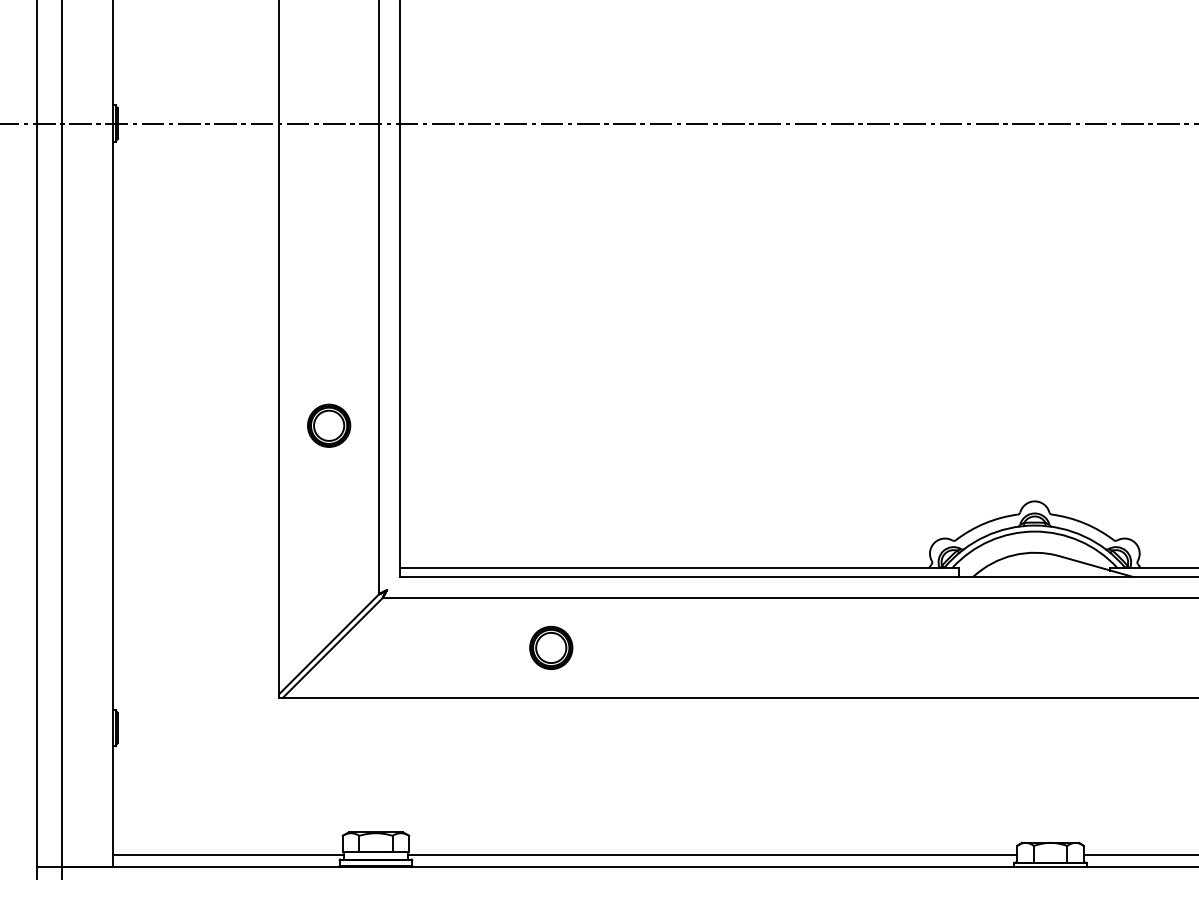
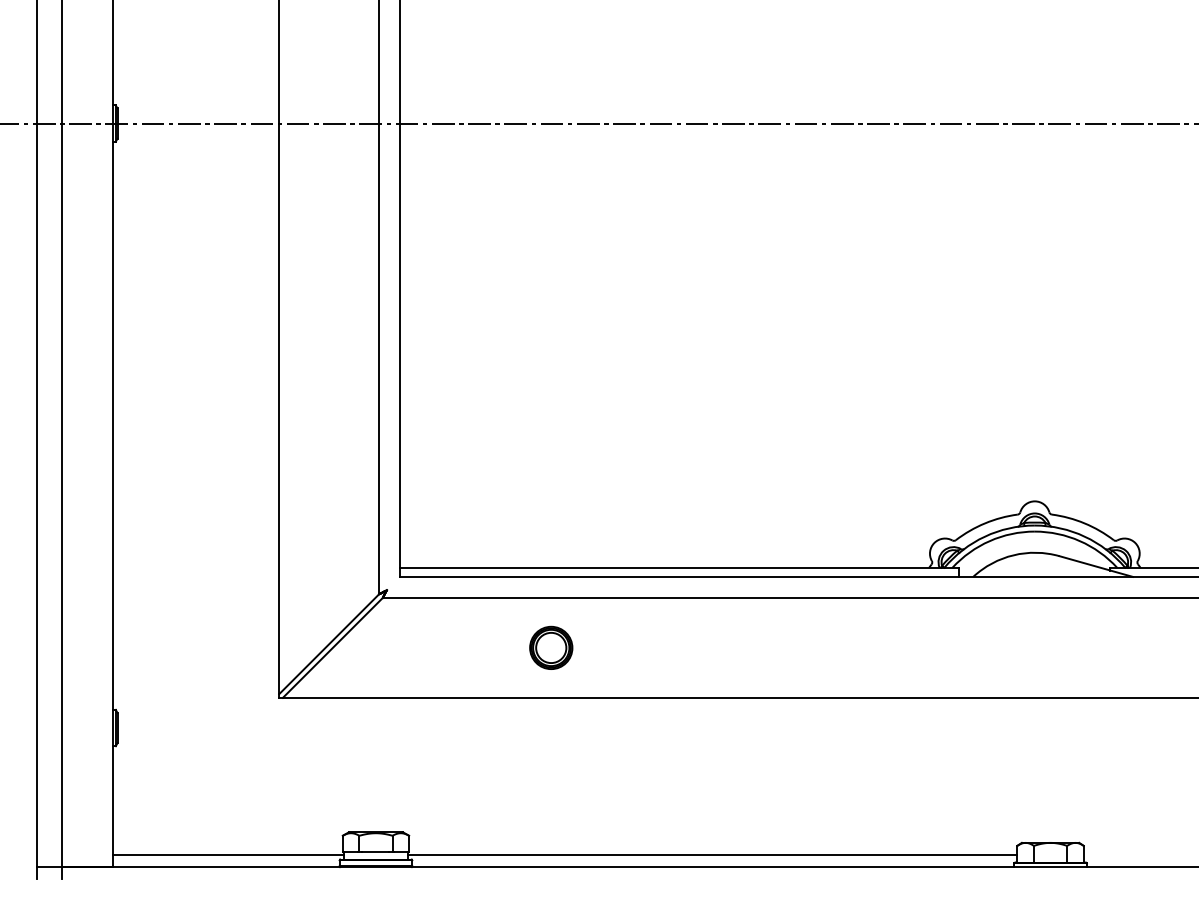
part at (329, 425): present -> none
line at (1139, 854): present -> none
